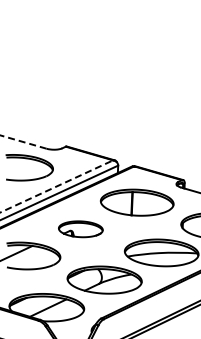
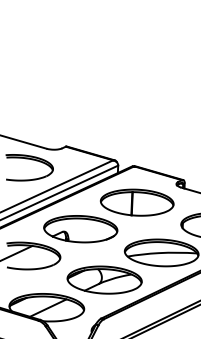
line at (23, 142): dashed -> solid
line at (56, 186): dashed -> solid
part at (80, 229) size: 46x19 px -> 76x29 px
